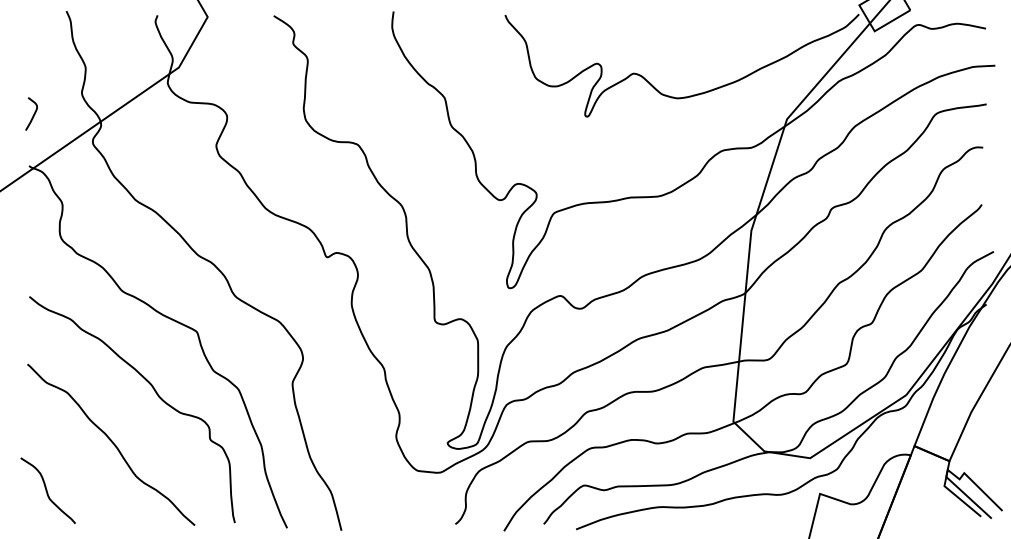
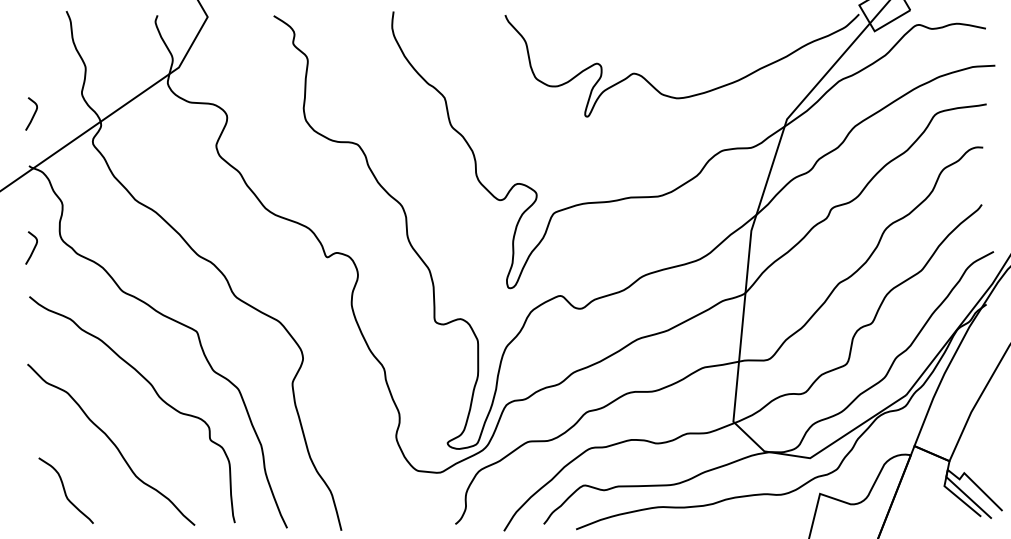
curve at (33, 247): none -> present
curve at (47, 490) position: (47, 490) -> (65, 490)
